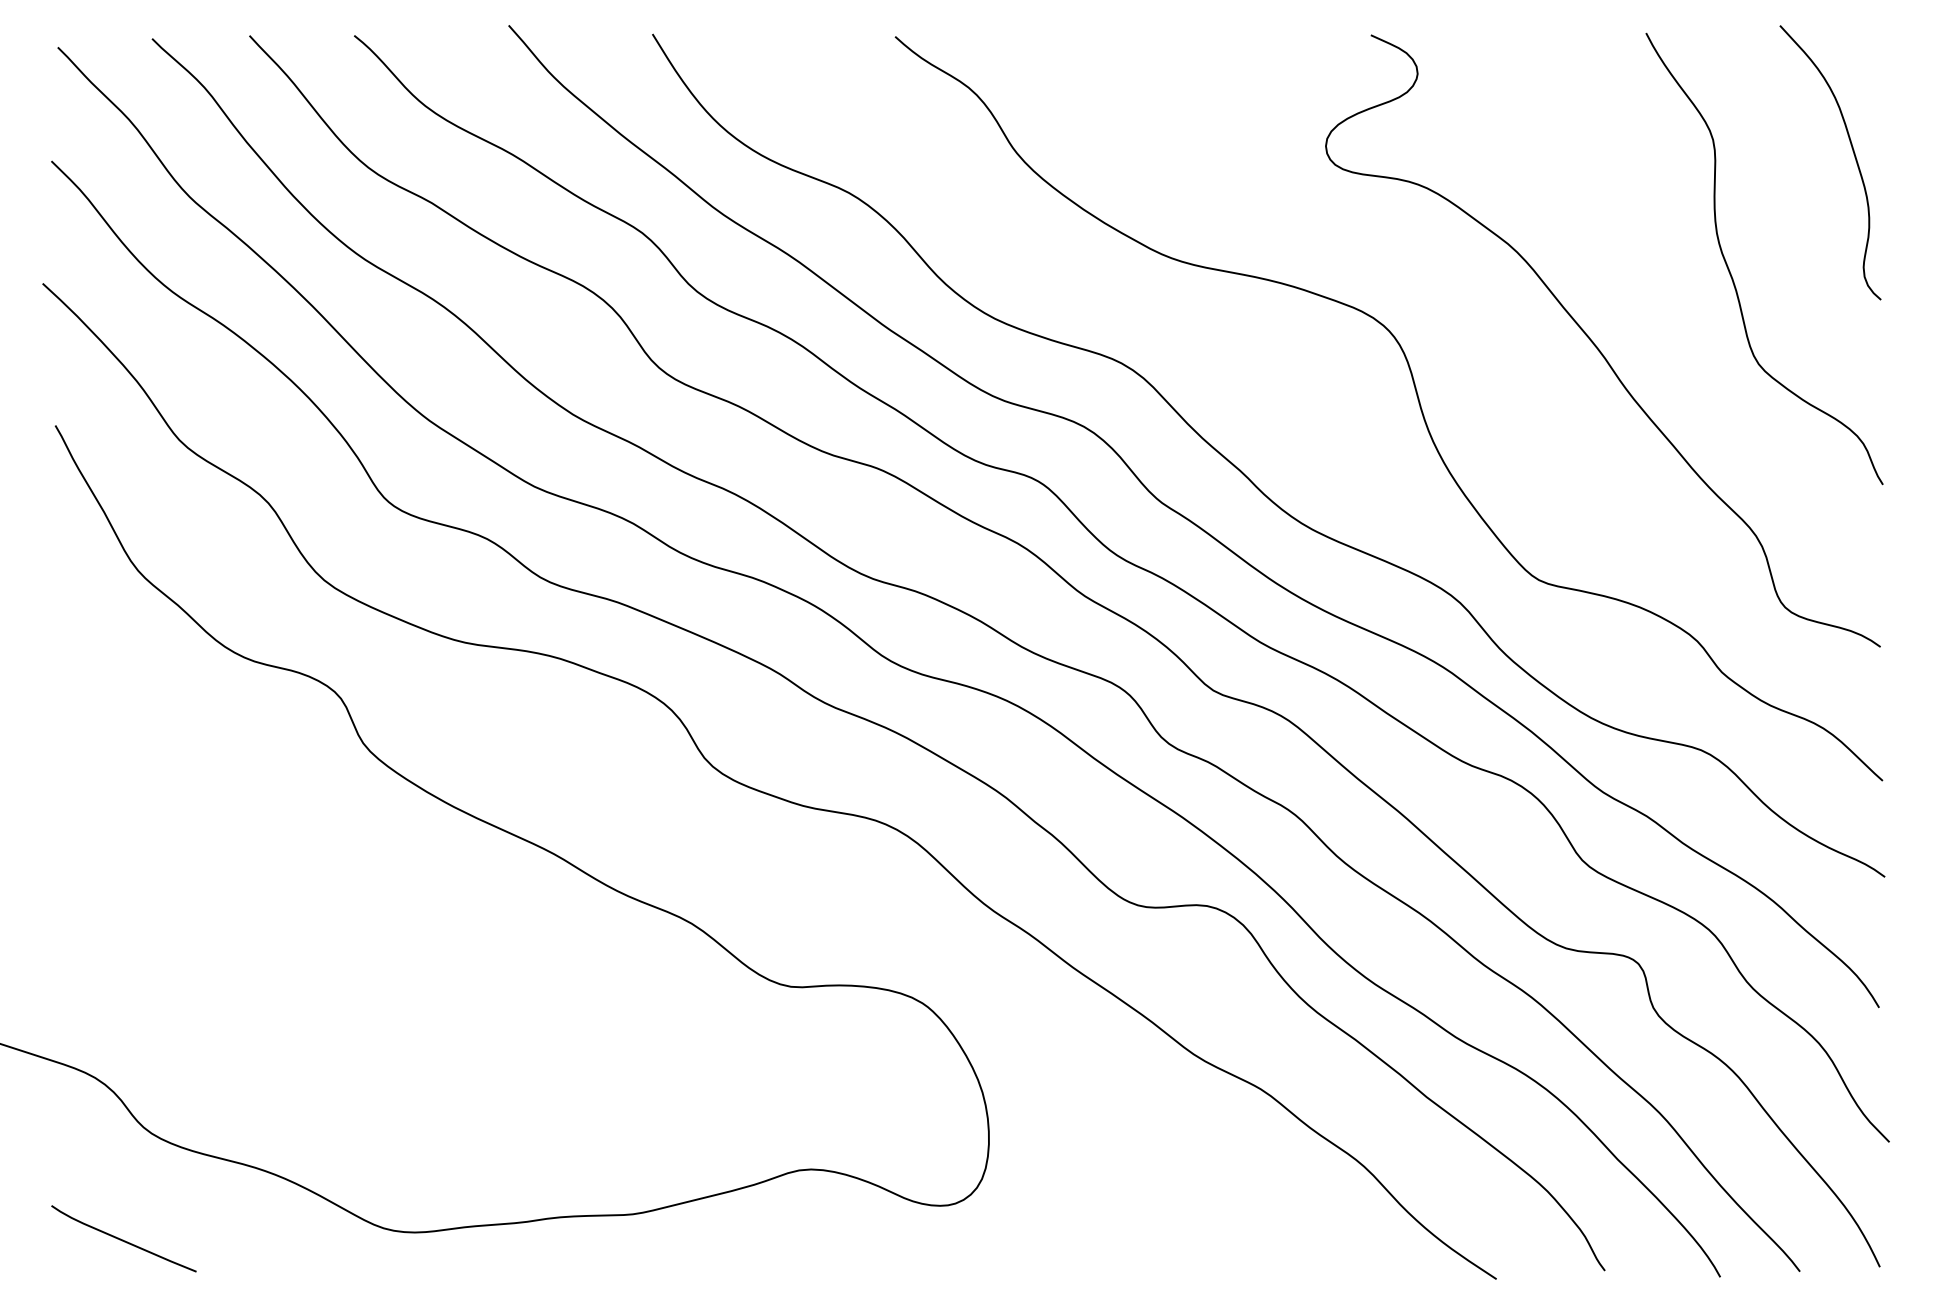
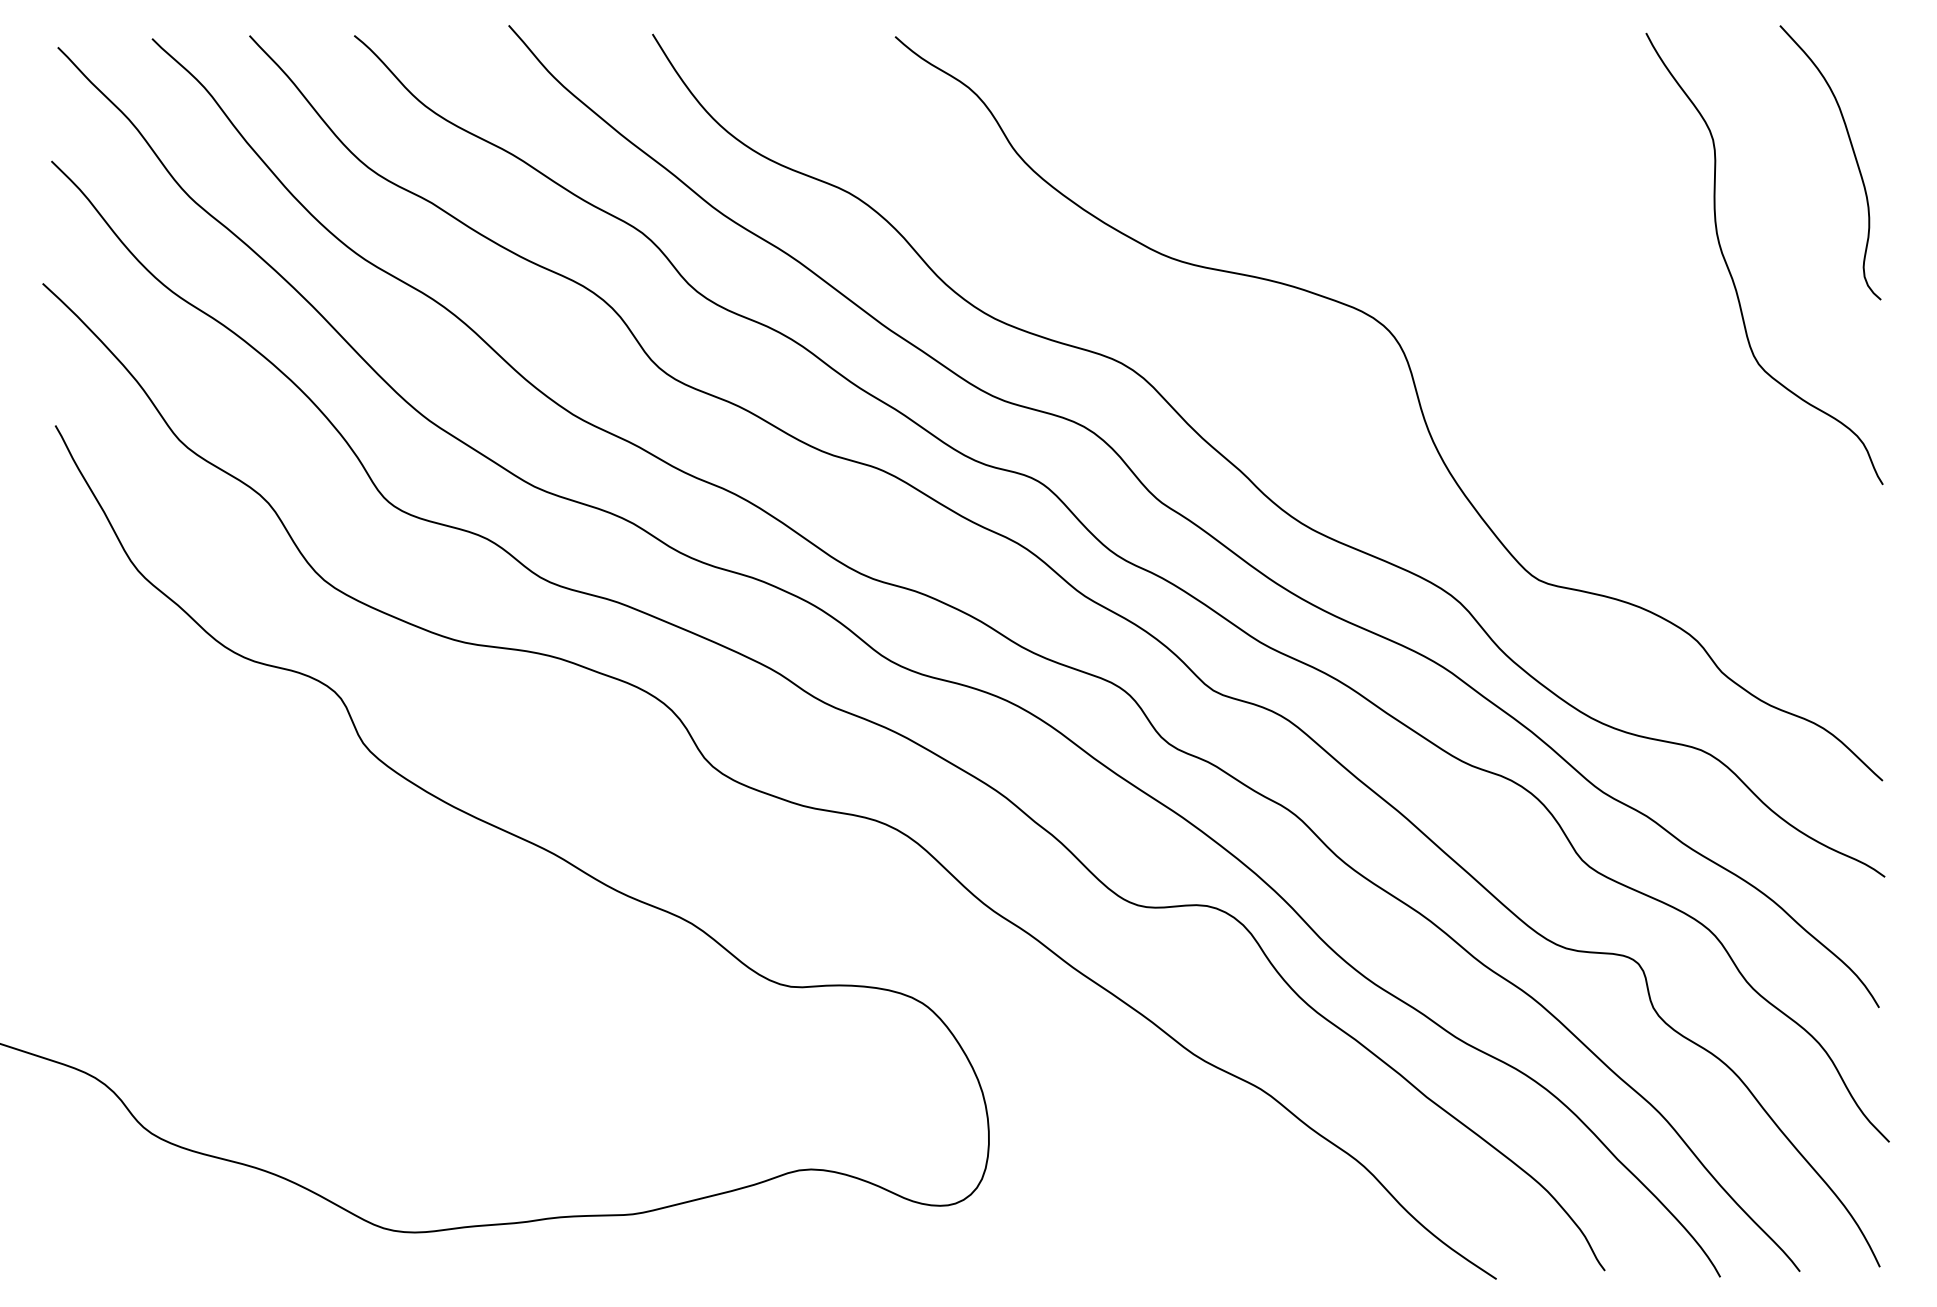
curve at (1596, 345): present -> none
curve at (123, 1239): present -> none
